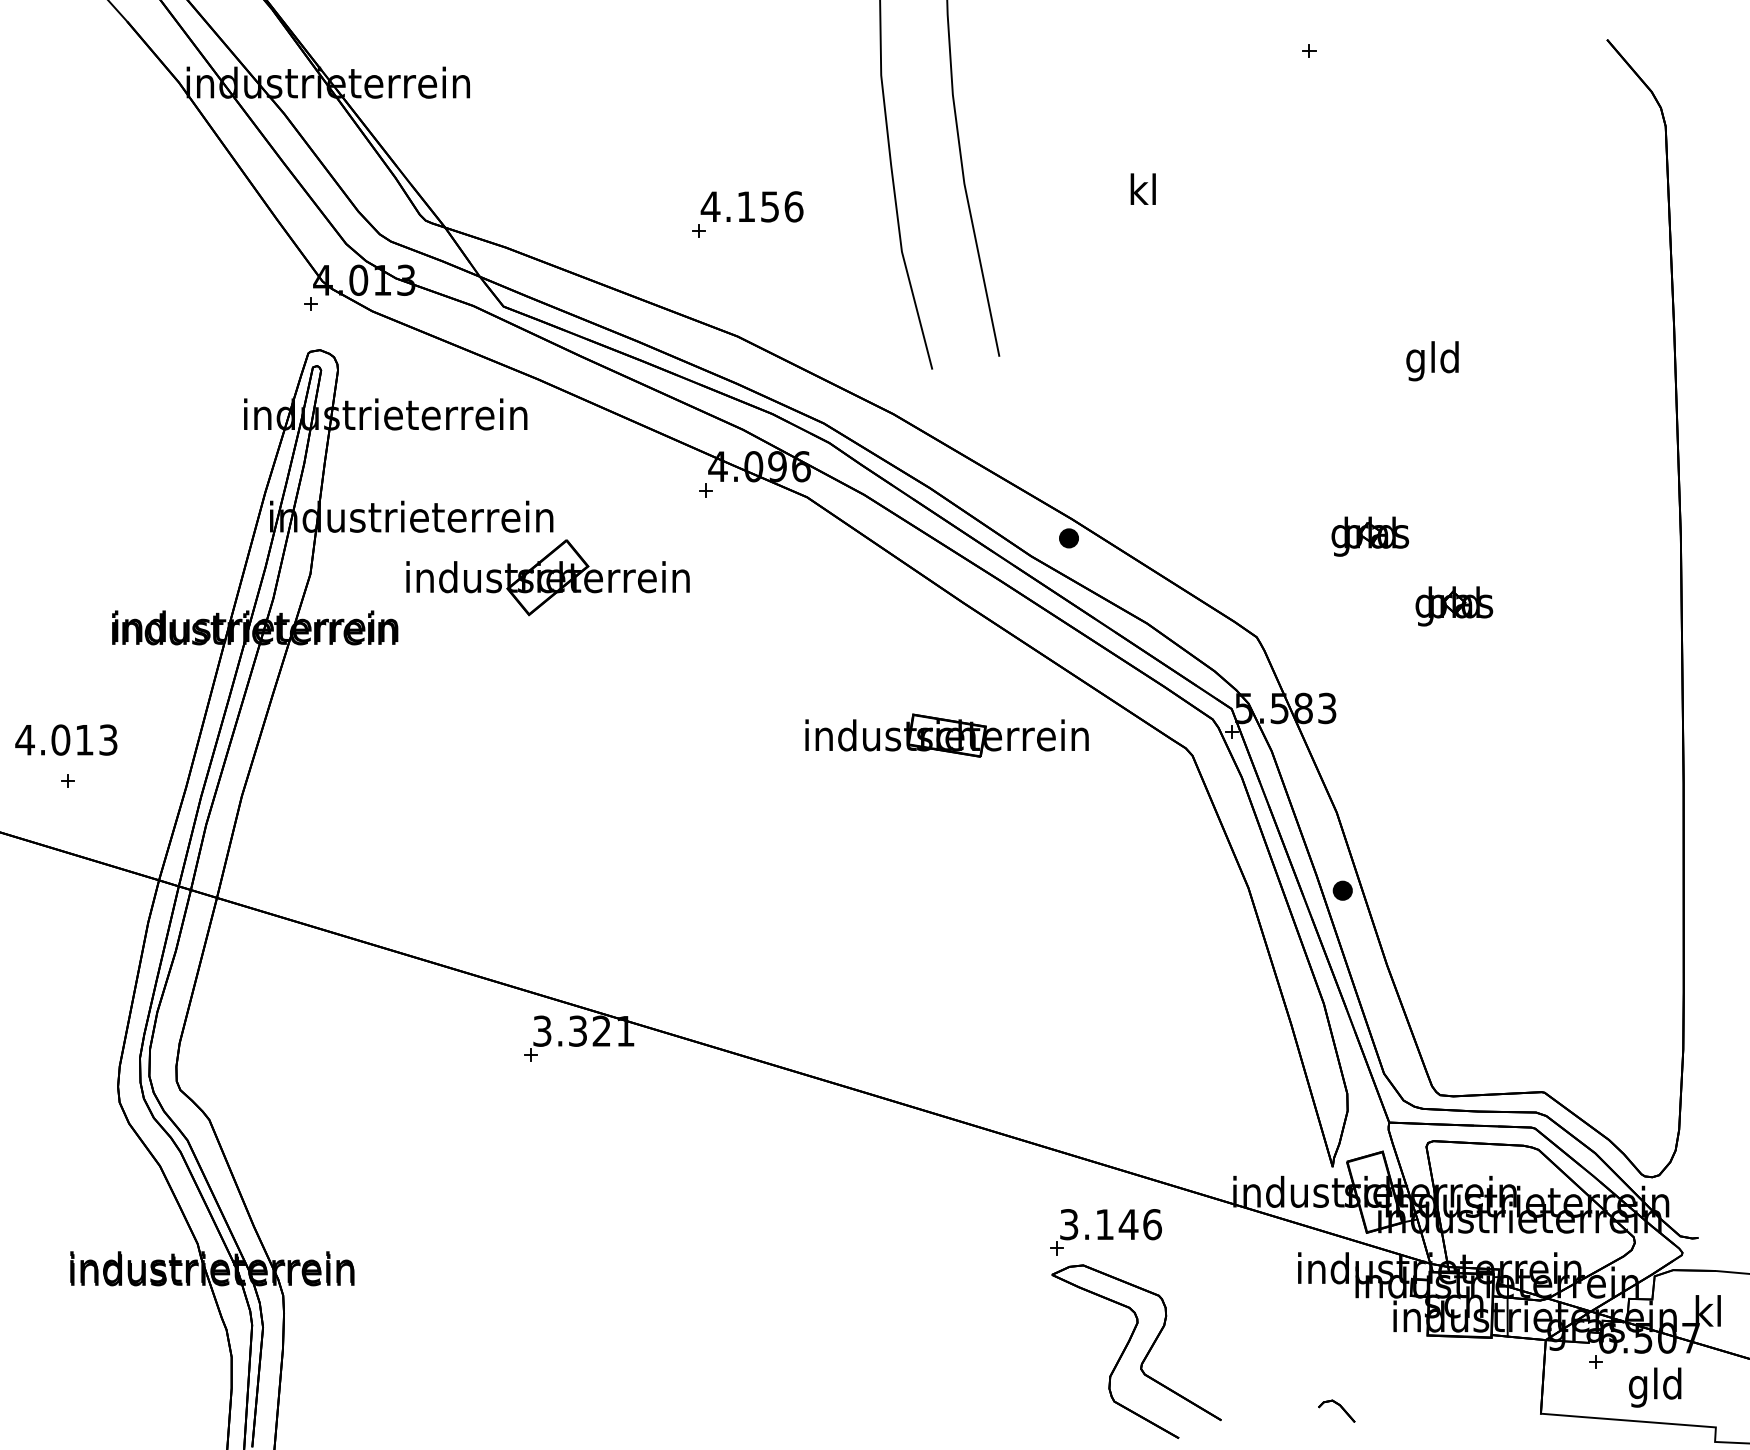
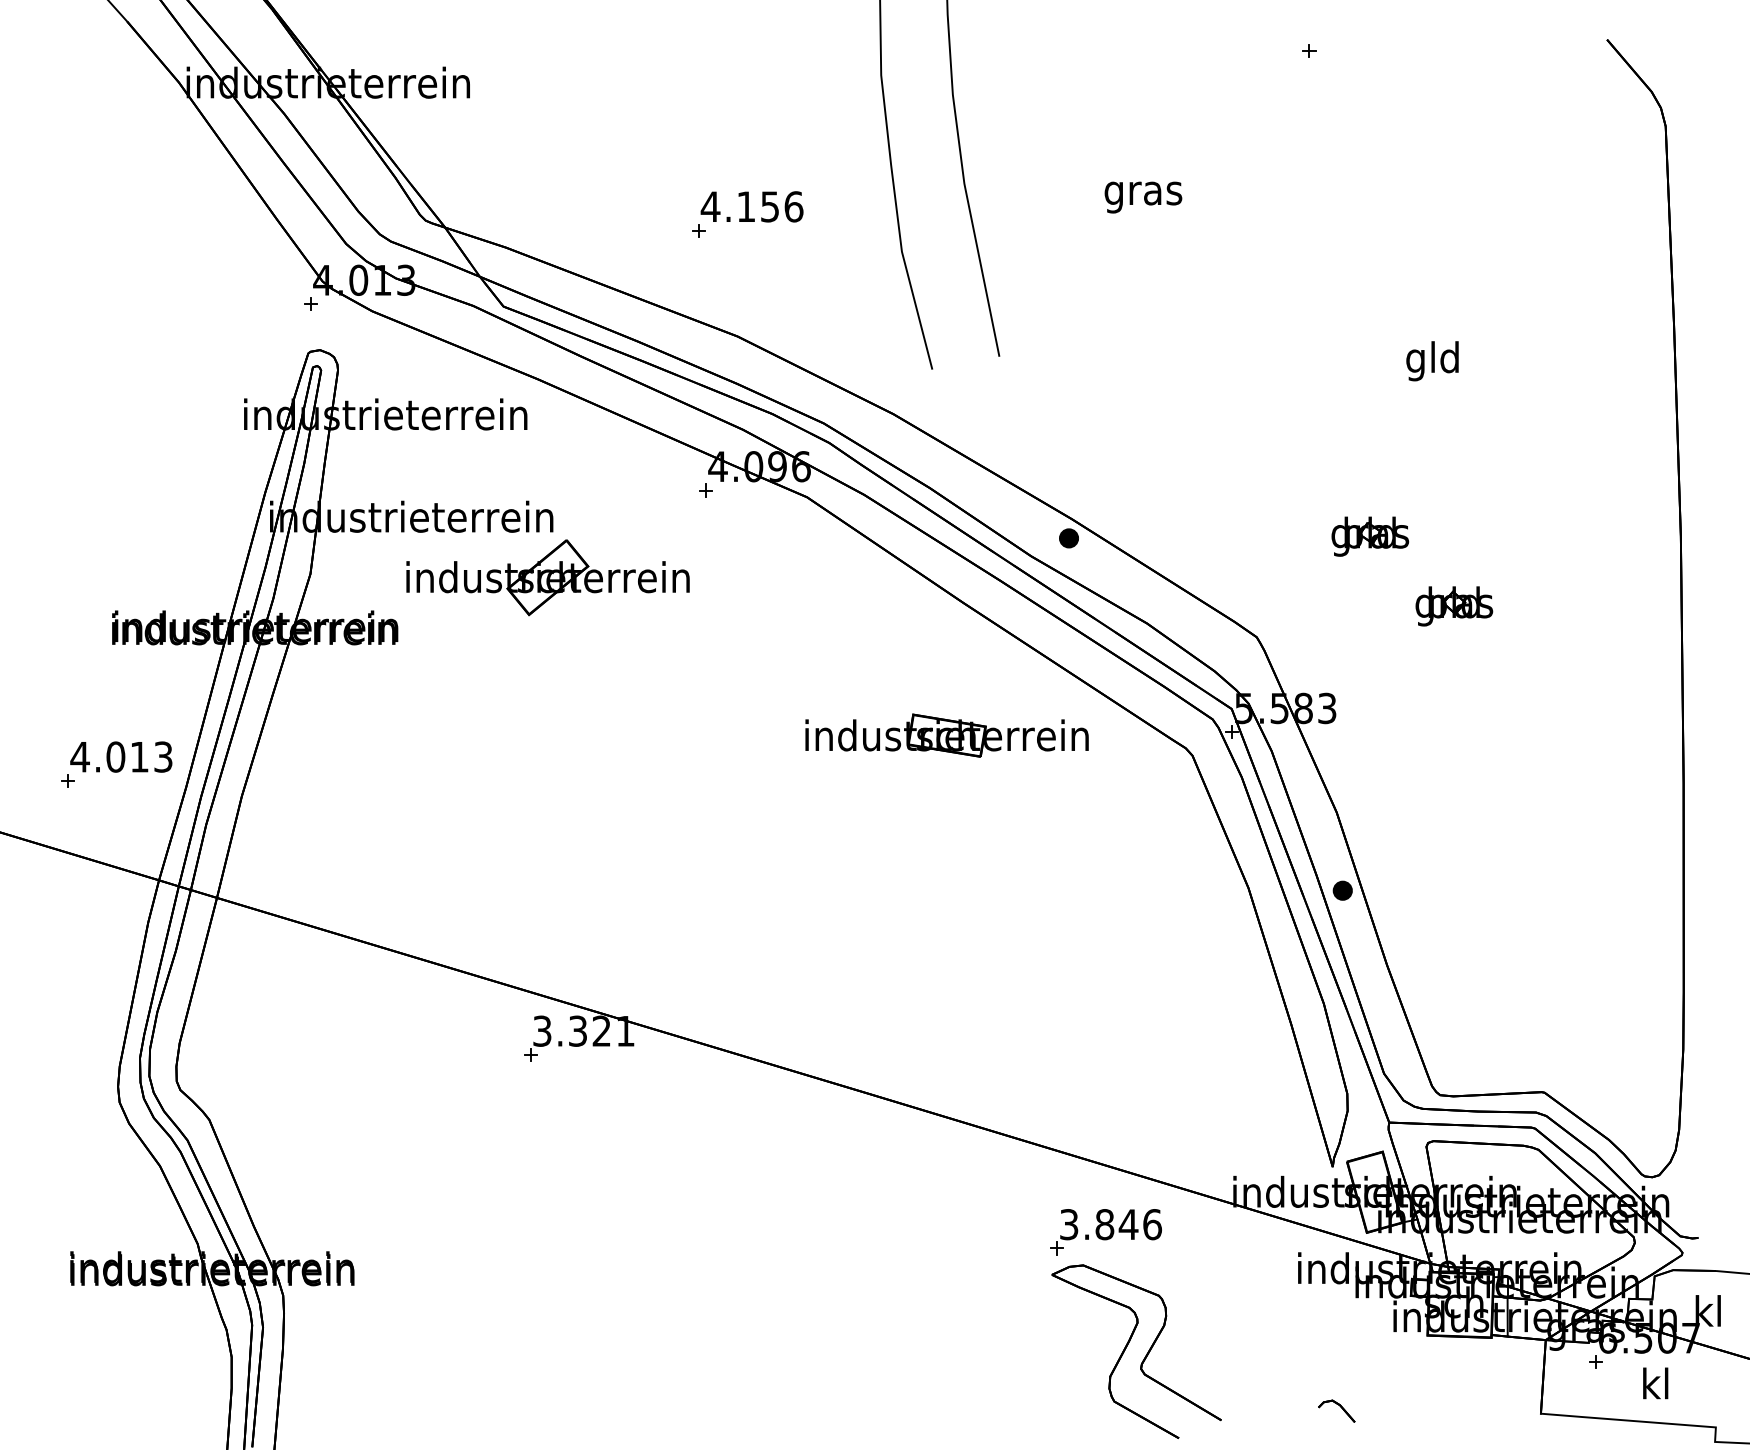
text at (1143, 193): kl -> gras
text at (66, 739) position: (66, 739) -> (121, 756)
text at (1104, 1224): 3.146 -> 3.846
text at (1655, 1387): gld -> kl
